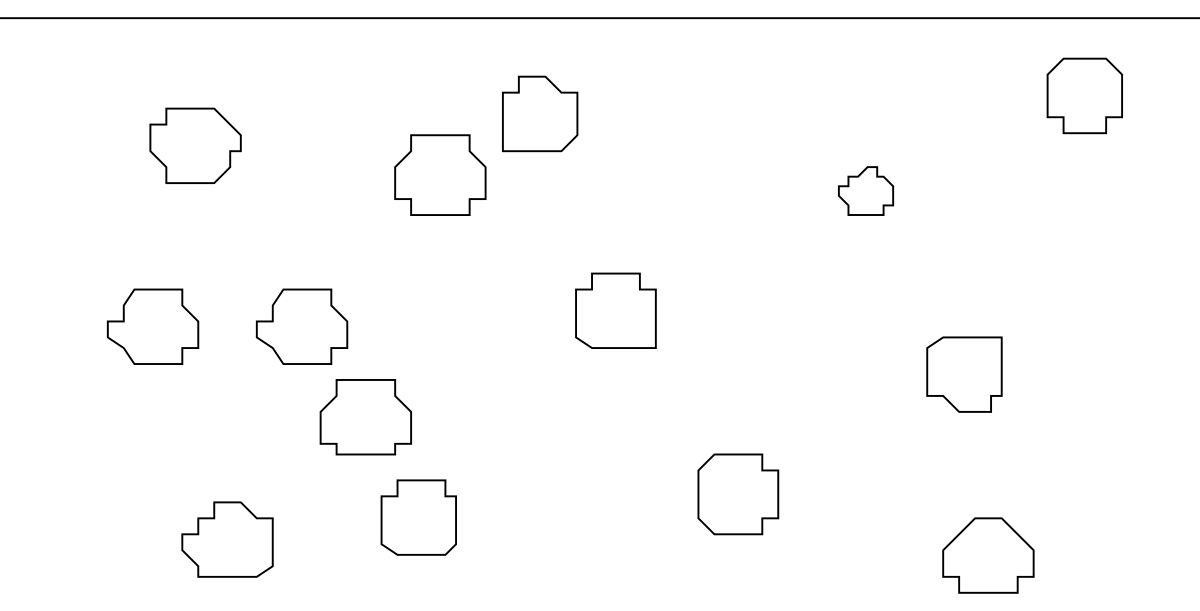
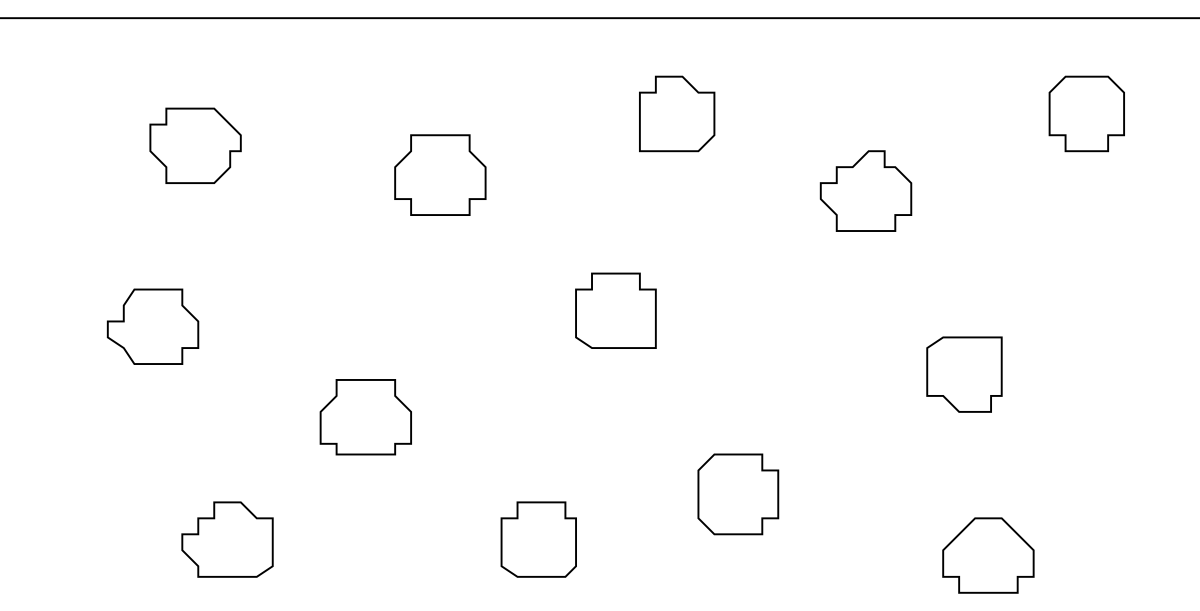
part at (1084, 95) position: (1084, 95) -> (1086, 113)
part at (540, 113) position: (540, 113) -> (677, 113)
part at (865, 190) size: 56x50 px -> 94x82 px
part at (301, 326): present -> none
part at (418, 517) position: (418, 517) -> (538, 539)
